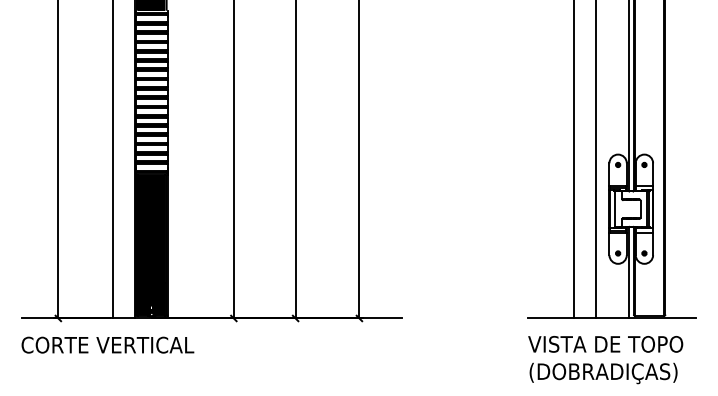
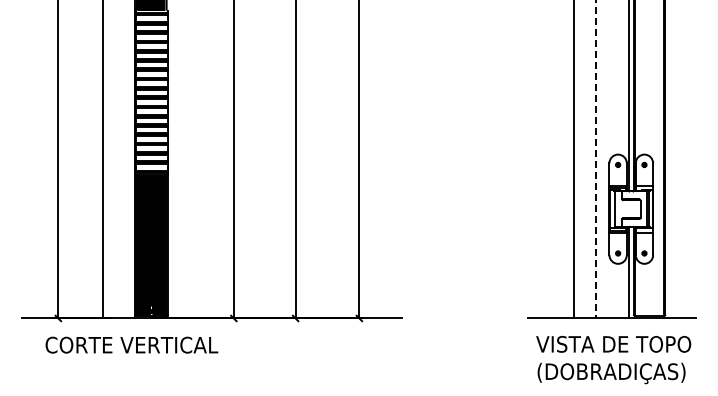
line at (595, 159): solid -> dashed
line at (112, 160) position: (112, 160) -> (102, 160)
text at (107, 344) position: (107, 344) -> (131, 344)
text at (605, 360) position: (605, 360) -> (613, 360)
